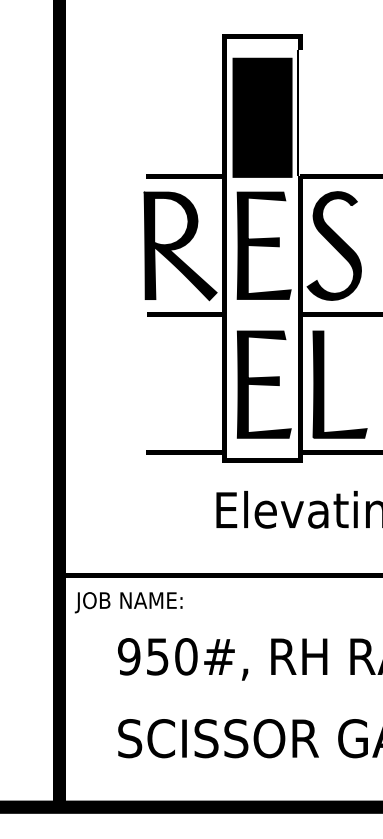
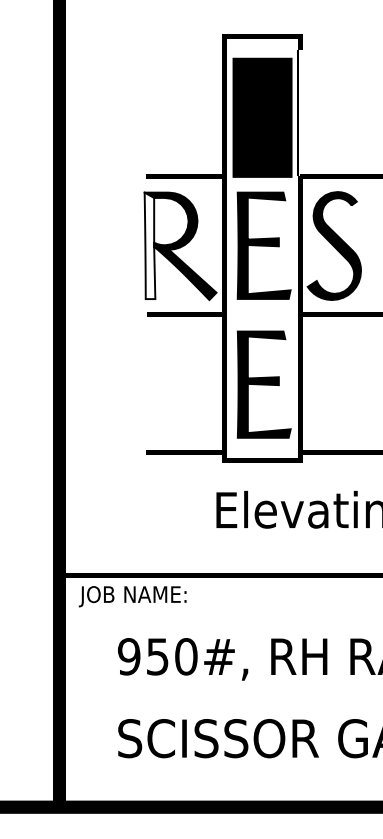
fill at (149, 245): present -> none
part at (324, 384): present -> none
text at (128, 602) position: (128, 602) -> (132, 596)
